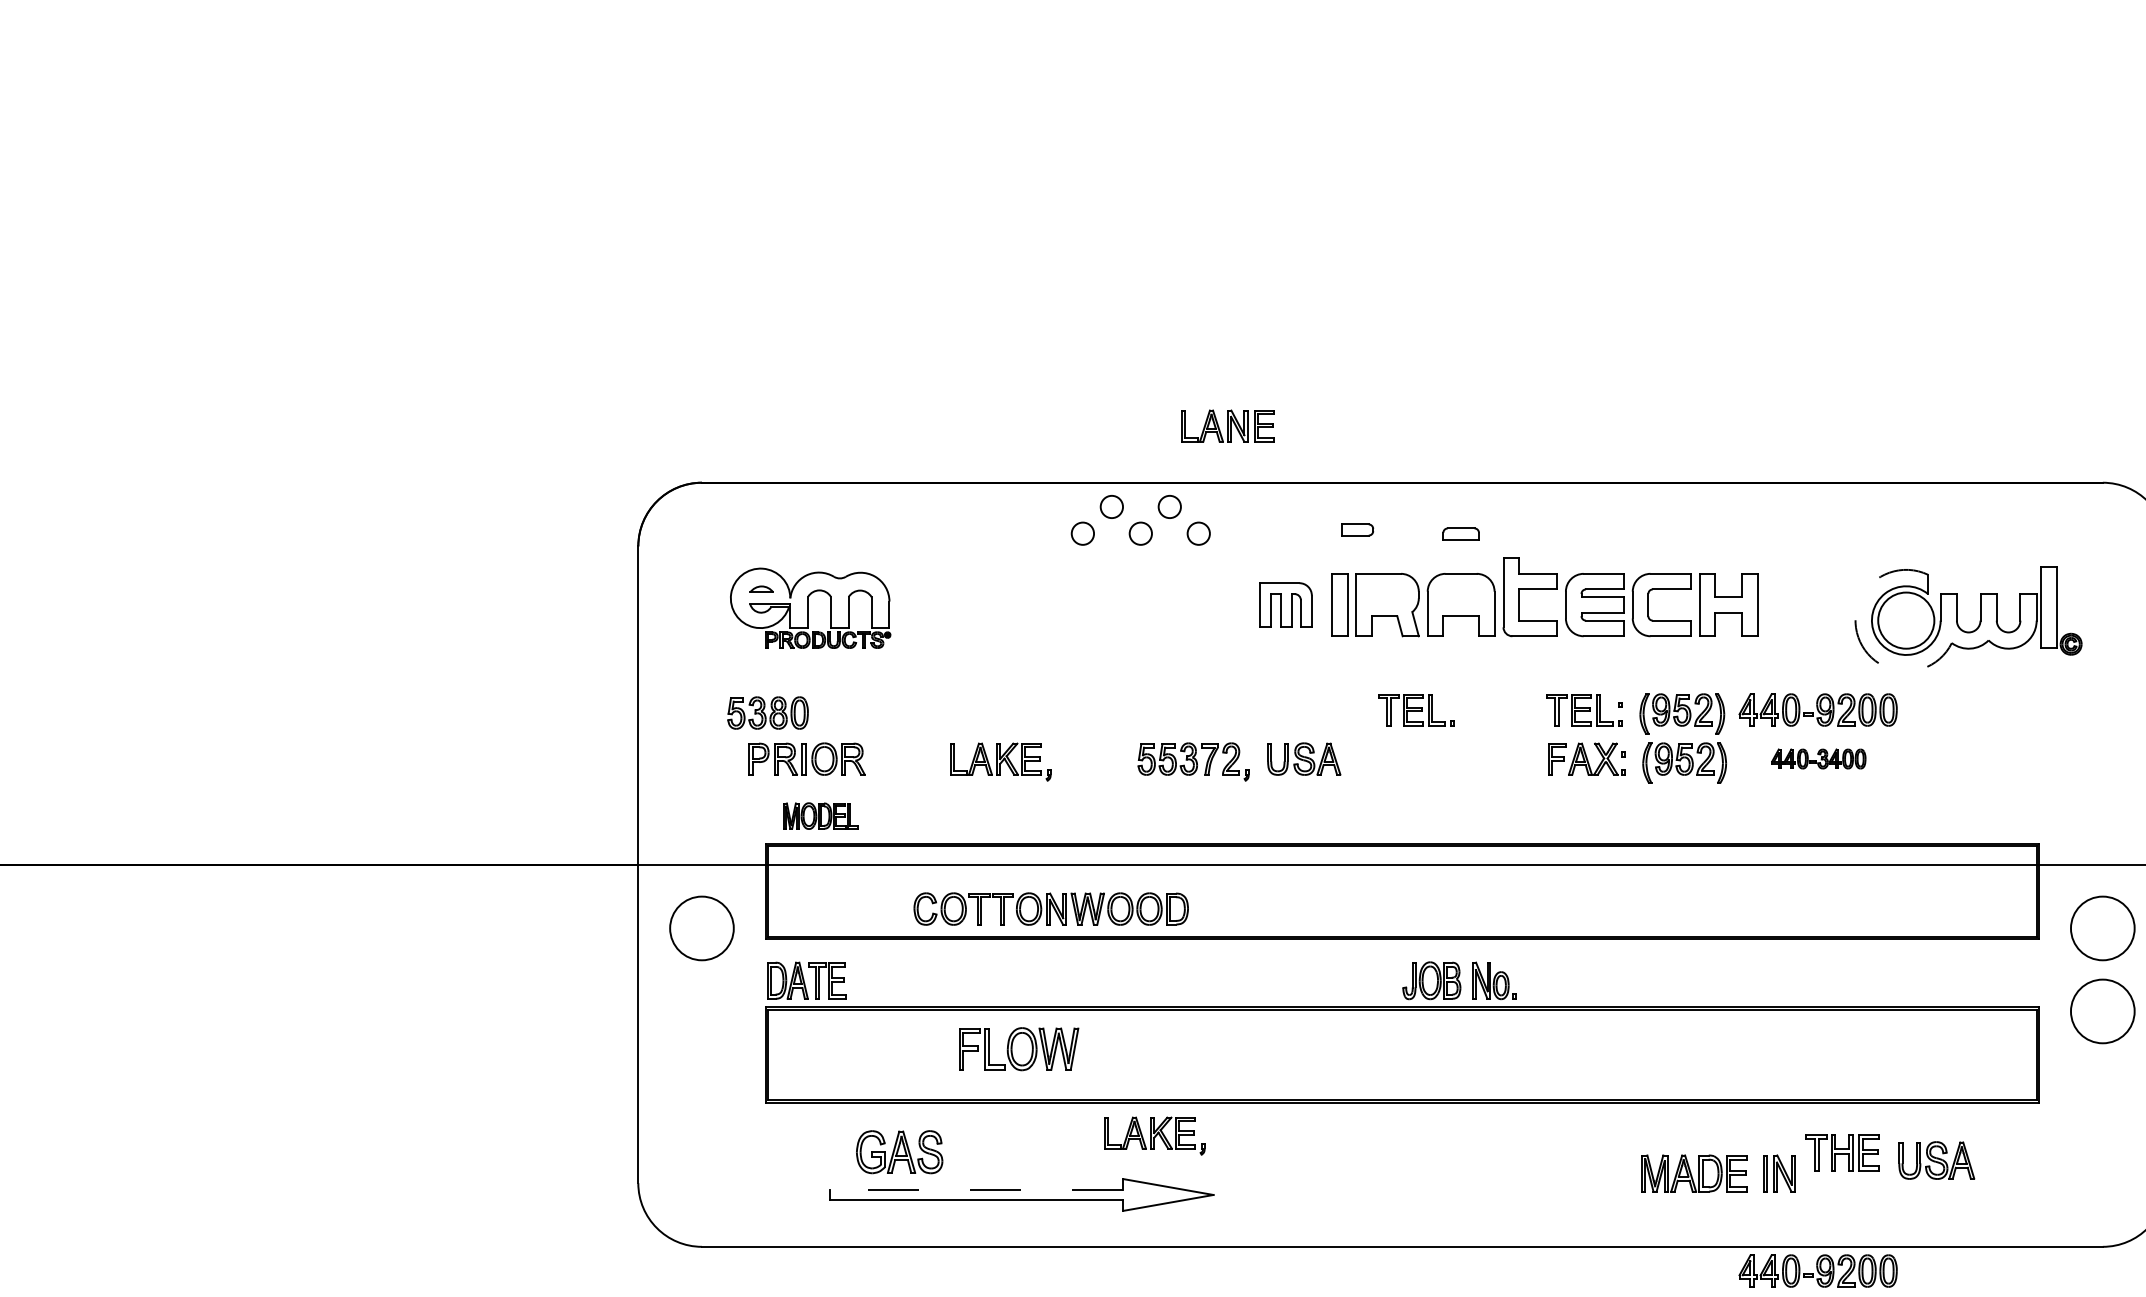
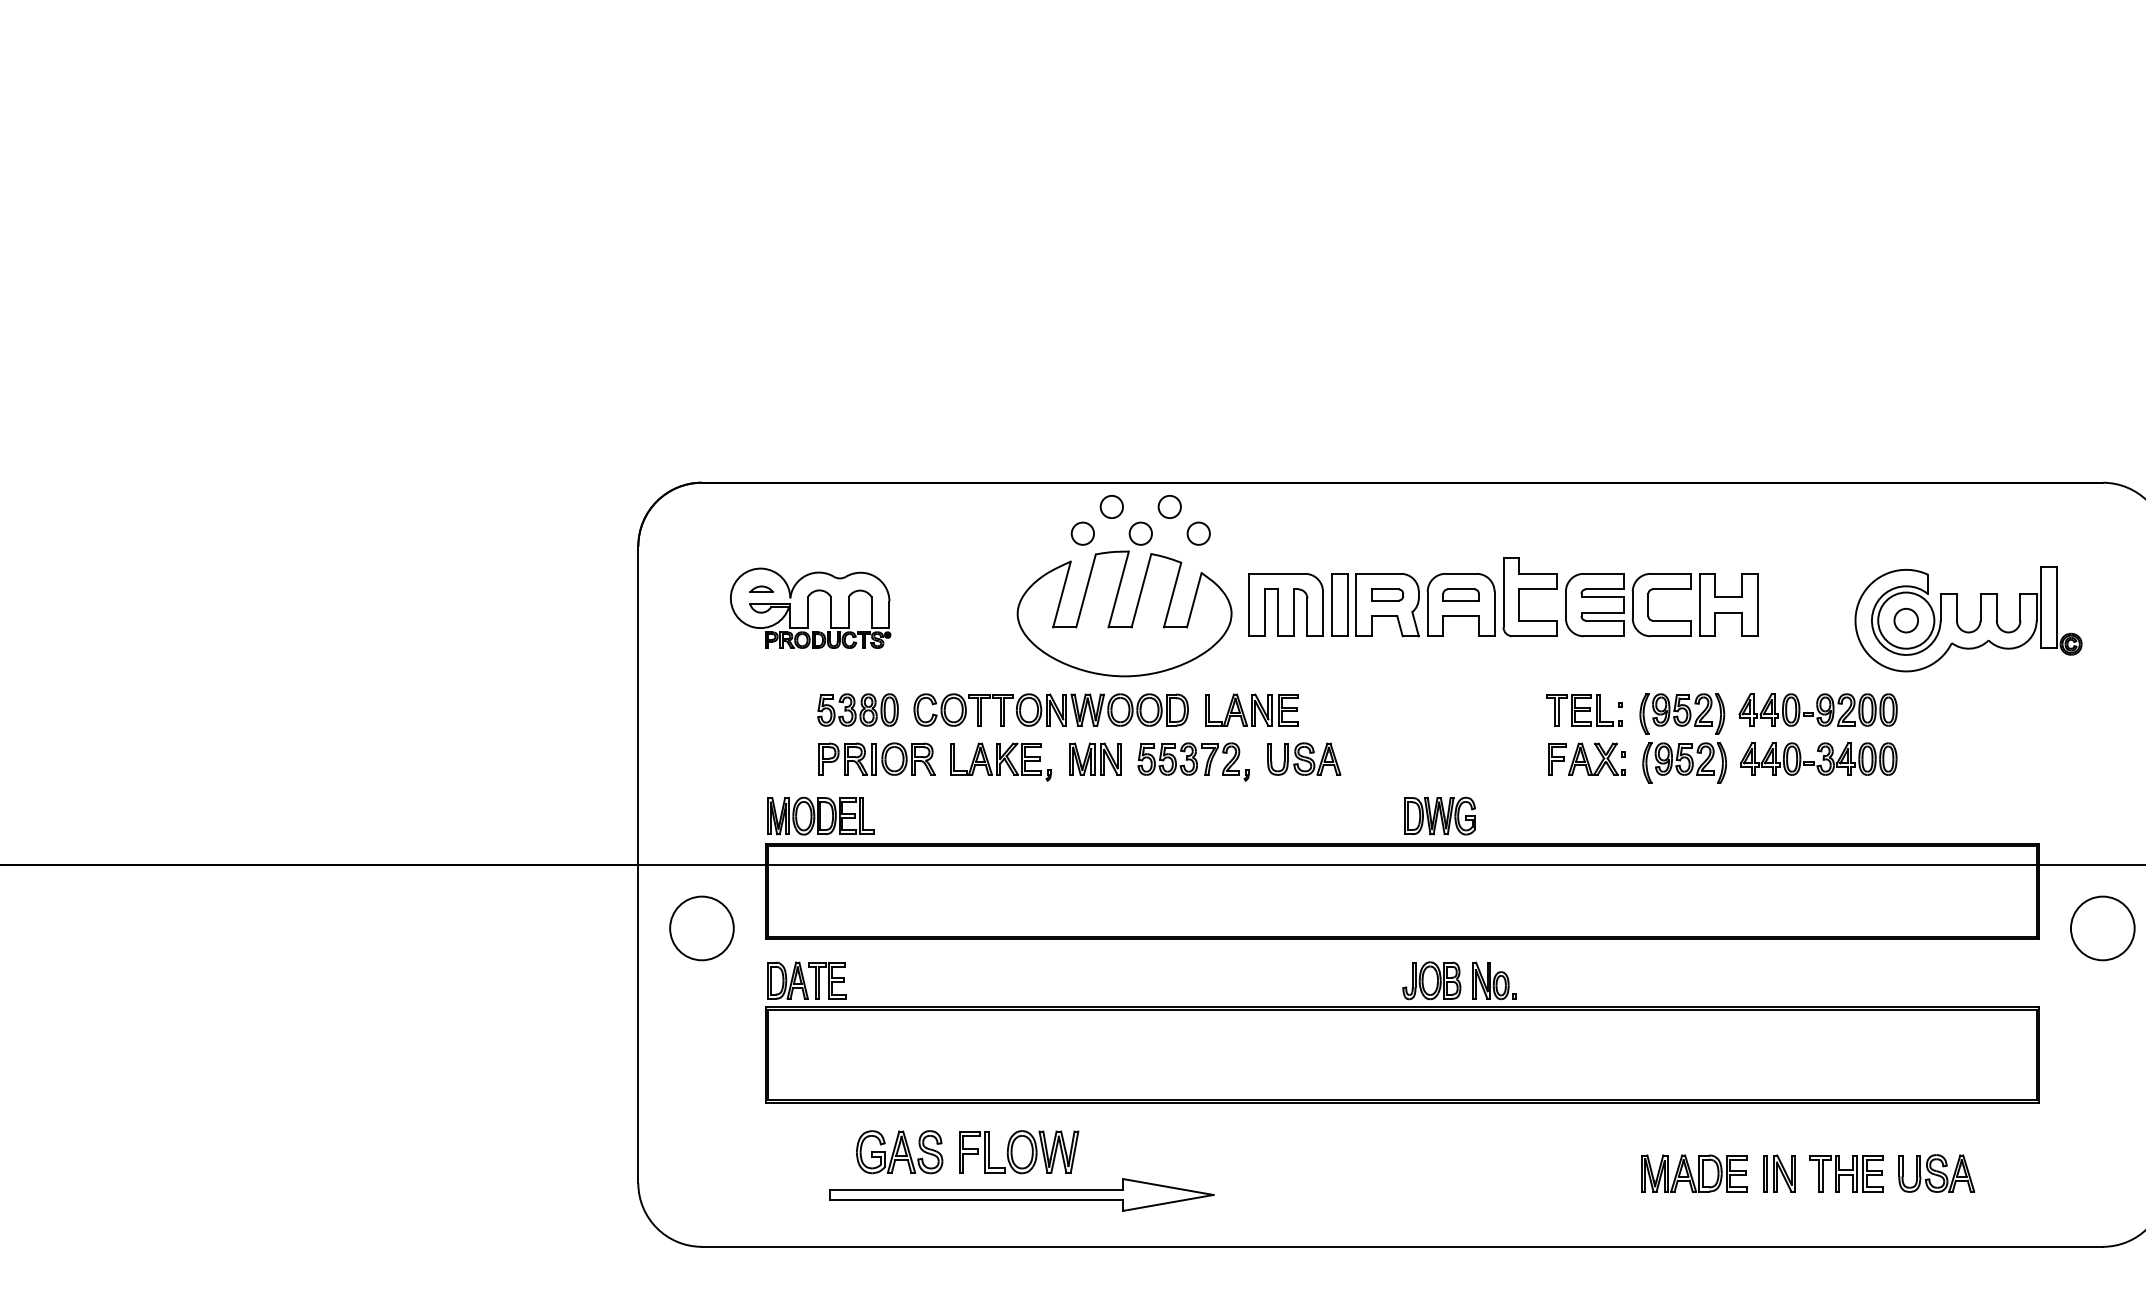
part at (1227, 425) position: (1227, 425) -> (1251, 709)
part at (1357, 529) position: (1357, 529) -> (1387, 594)
part at (1460, 533) position: (1460, 533) -> (1460, 594)
part at (1285, 604) size: 54x46 px -> 76x64 px
part at (1133, 615): none -> present
circle at (1905, 620): none -> present
arc at (1858, 637): dashed -> solid
part at (1416, 710): present -> none
part at (767, 712) position: (767, 712) -> (857, 709)
part at (806, 758) position: (806, 758) -> (876, 758)
part at (1095, 758): none -> present
part at (1818, 758) size: 96x22 px -> 158x34 px
part at (820, 815) size: 76x28 px -> 108x40 px
part at (1439, 815): none -> present
part at (1050, 908) position: (1050, 908) -> (1050, 709)
circle at (2102, 1011): present -> none
part at (1019, 1049) position: (1019, 1049) -> (1019, 1152)
part at (1154, 1135): present -> none
part at (1842, 1152) position: (1842, 1152) -> (1846, 1173)
part at (1936, 1160) position: (1936, 1160) -> (1936, 1173)
line at (976, 1189): dashed -> solid
part at (1817, 1270): present -> none
